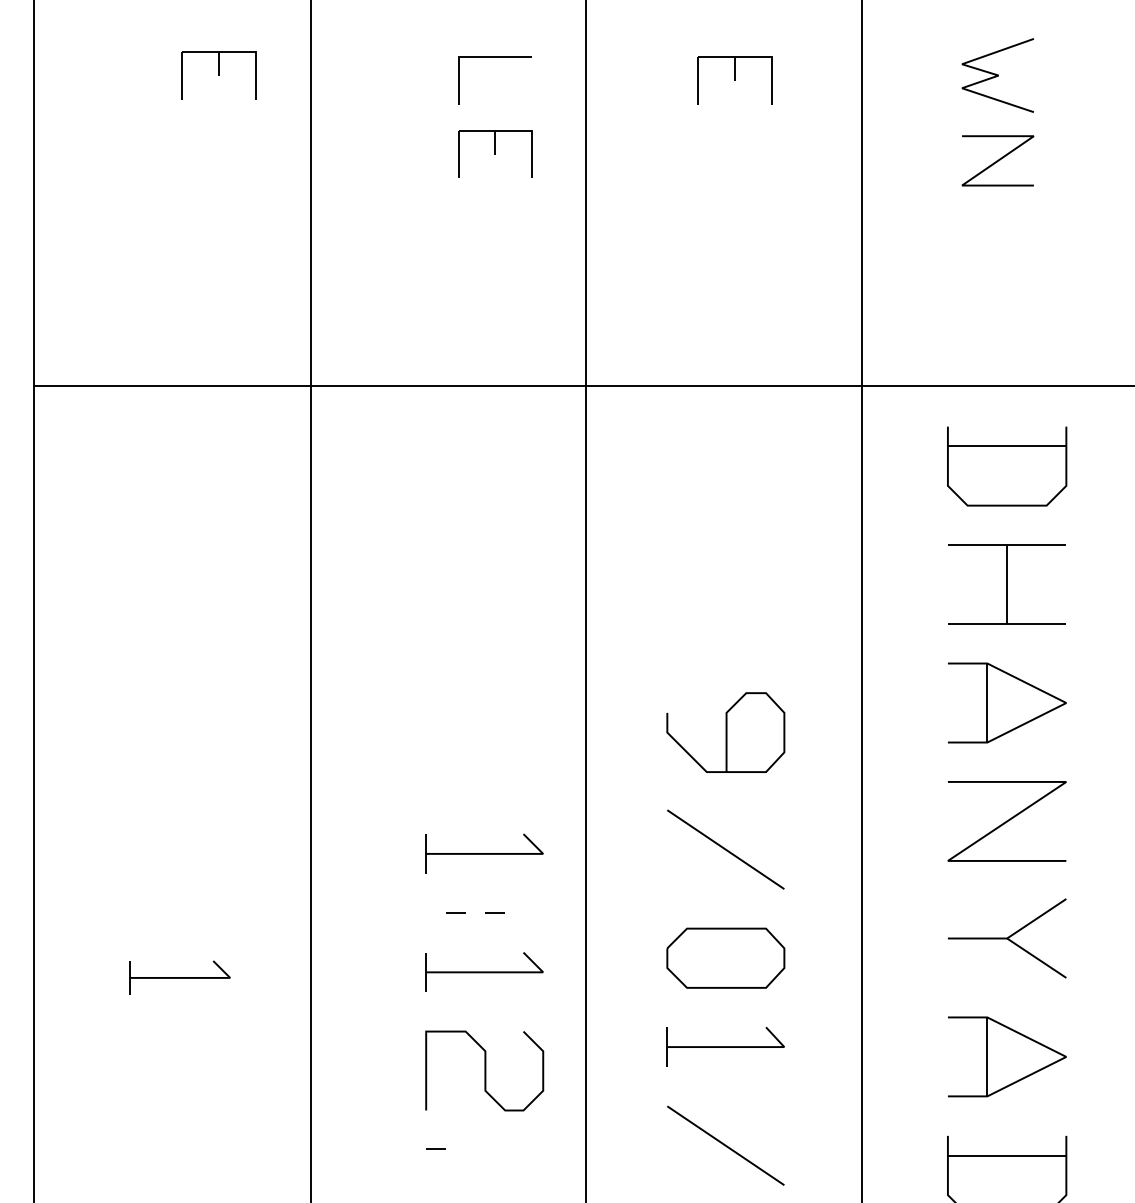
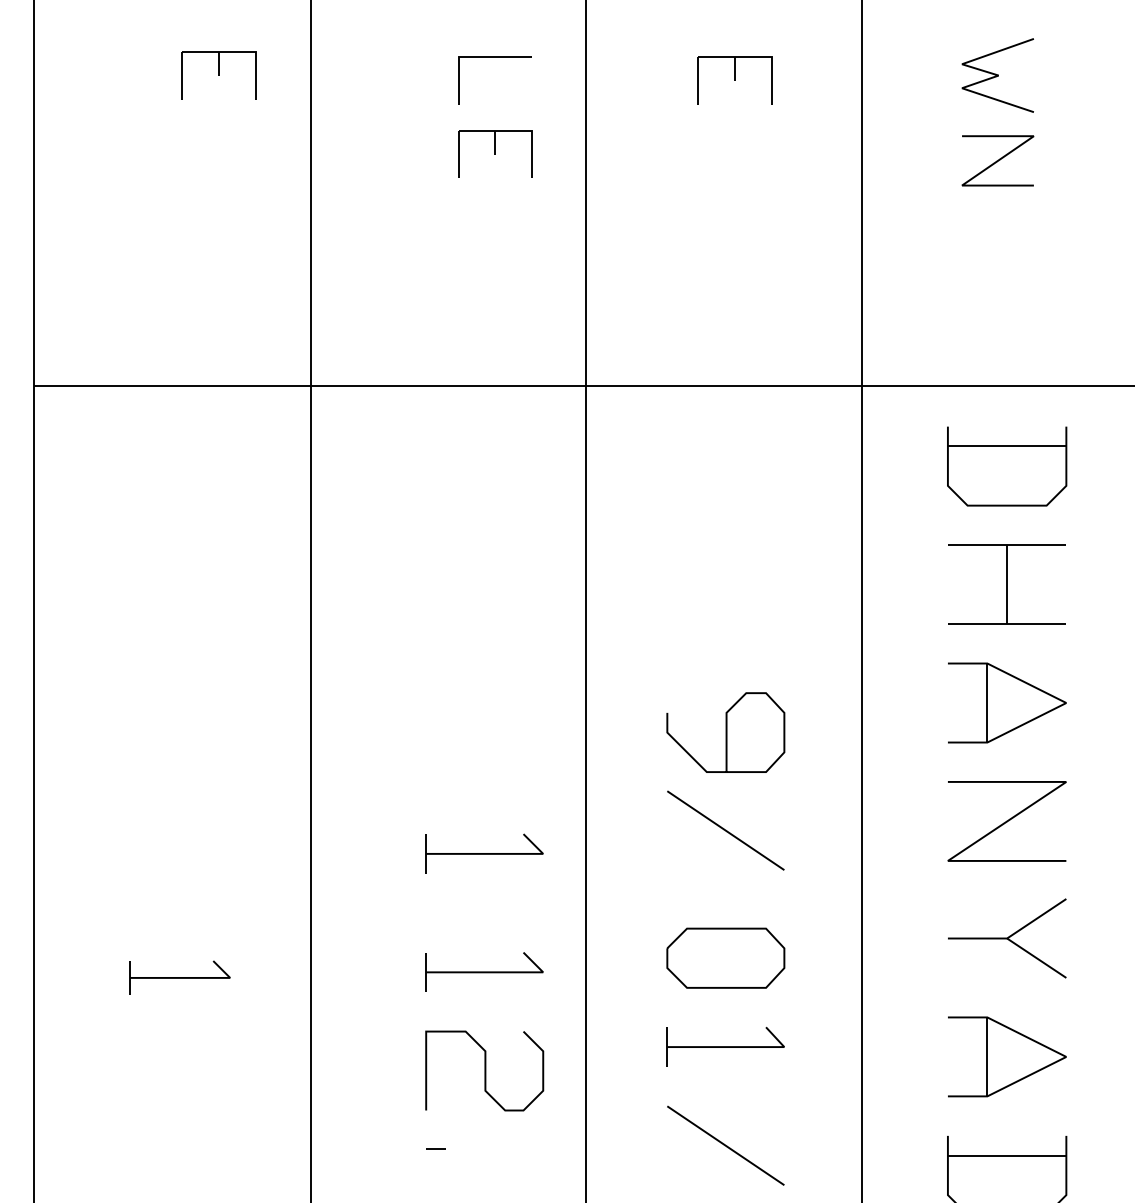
line at (725, 849) position: (725, 849) -> (725, 830)
line at (455, 912): present -> none
line at (494, 912): present -> none
